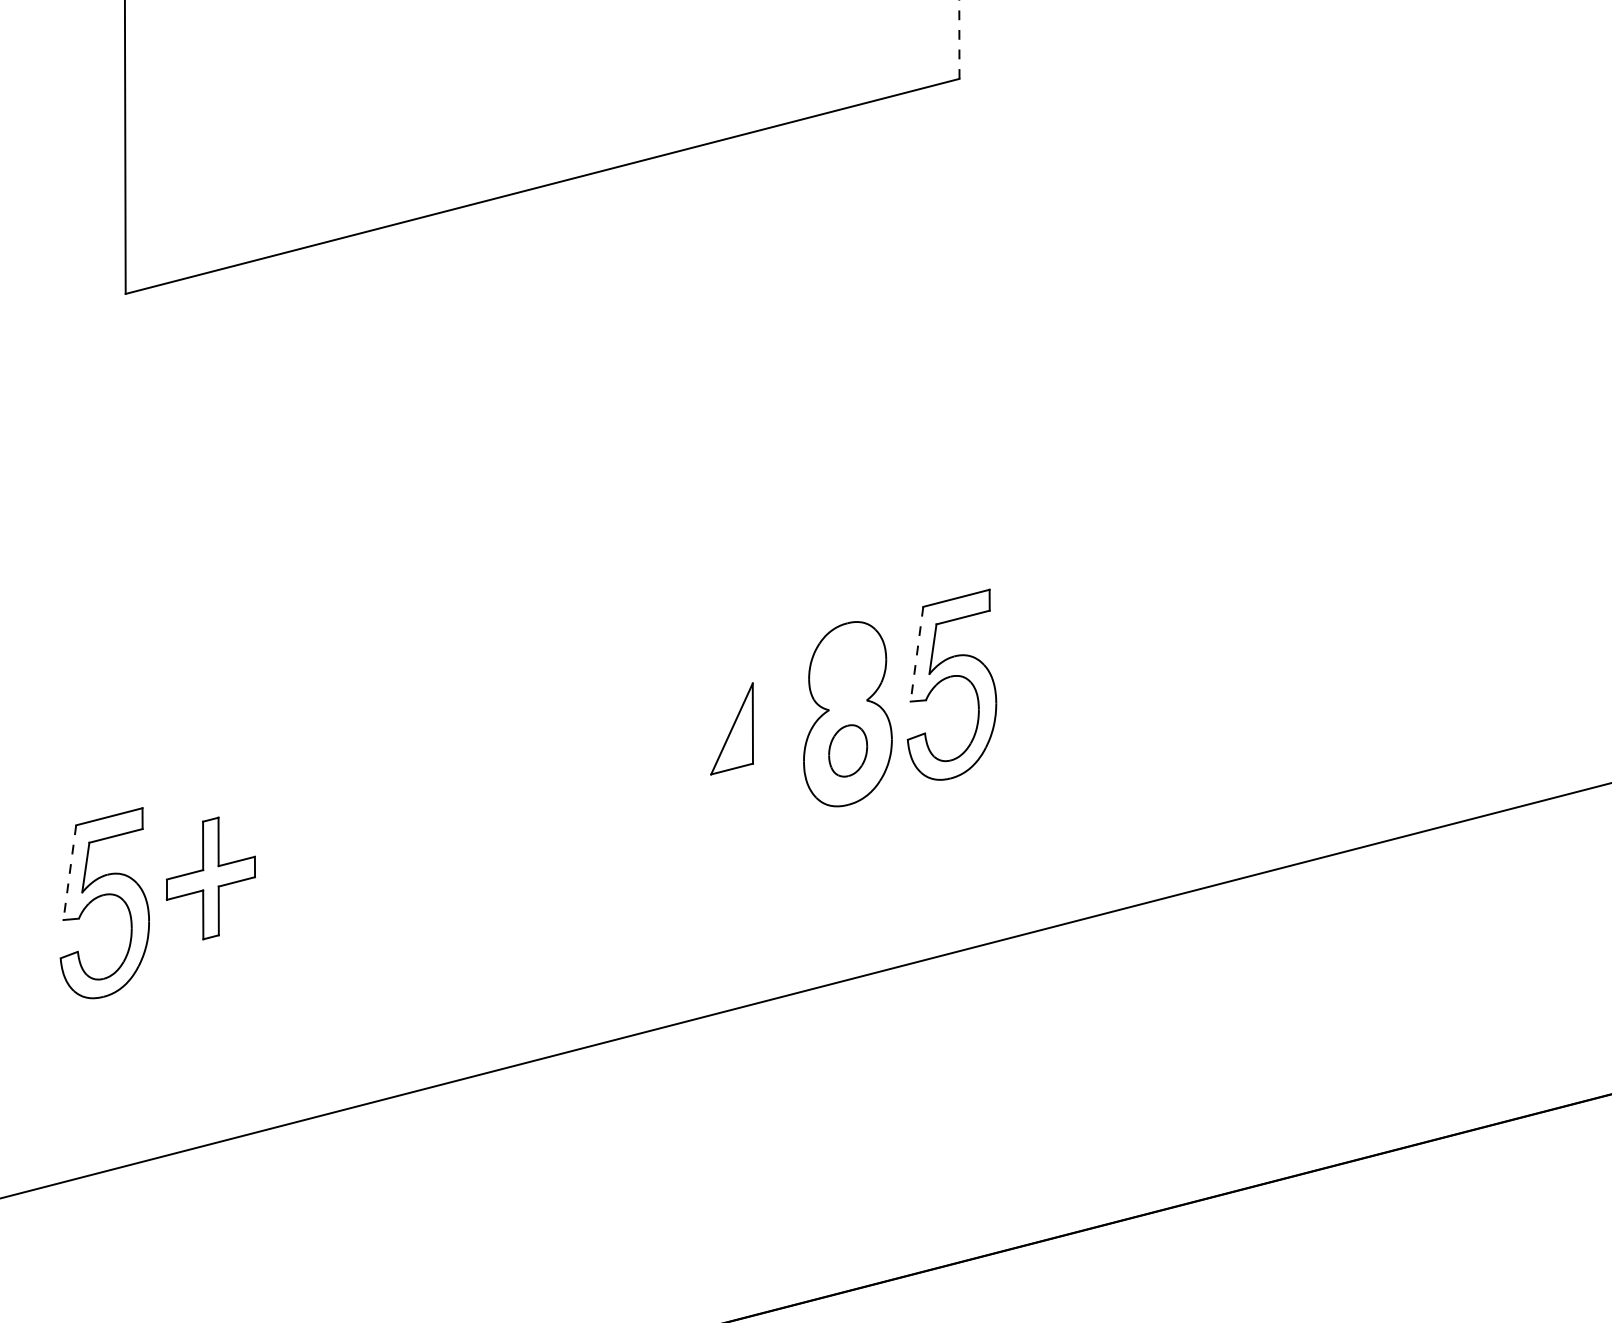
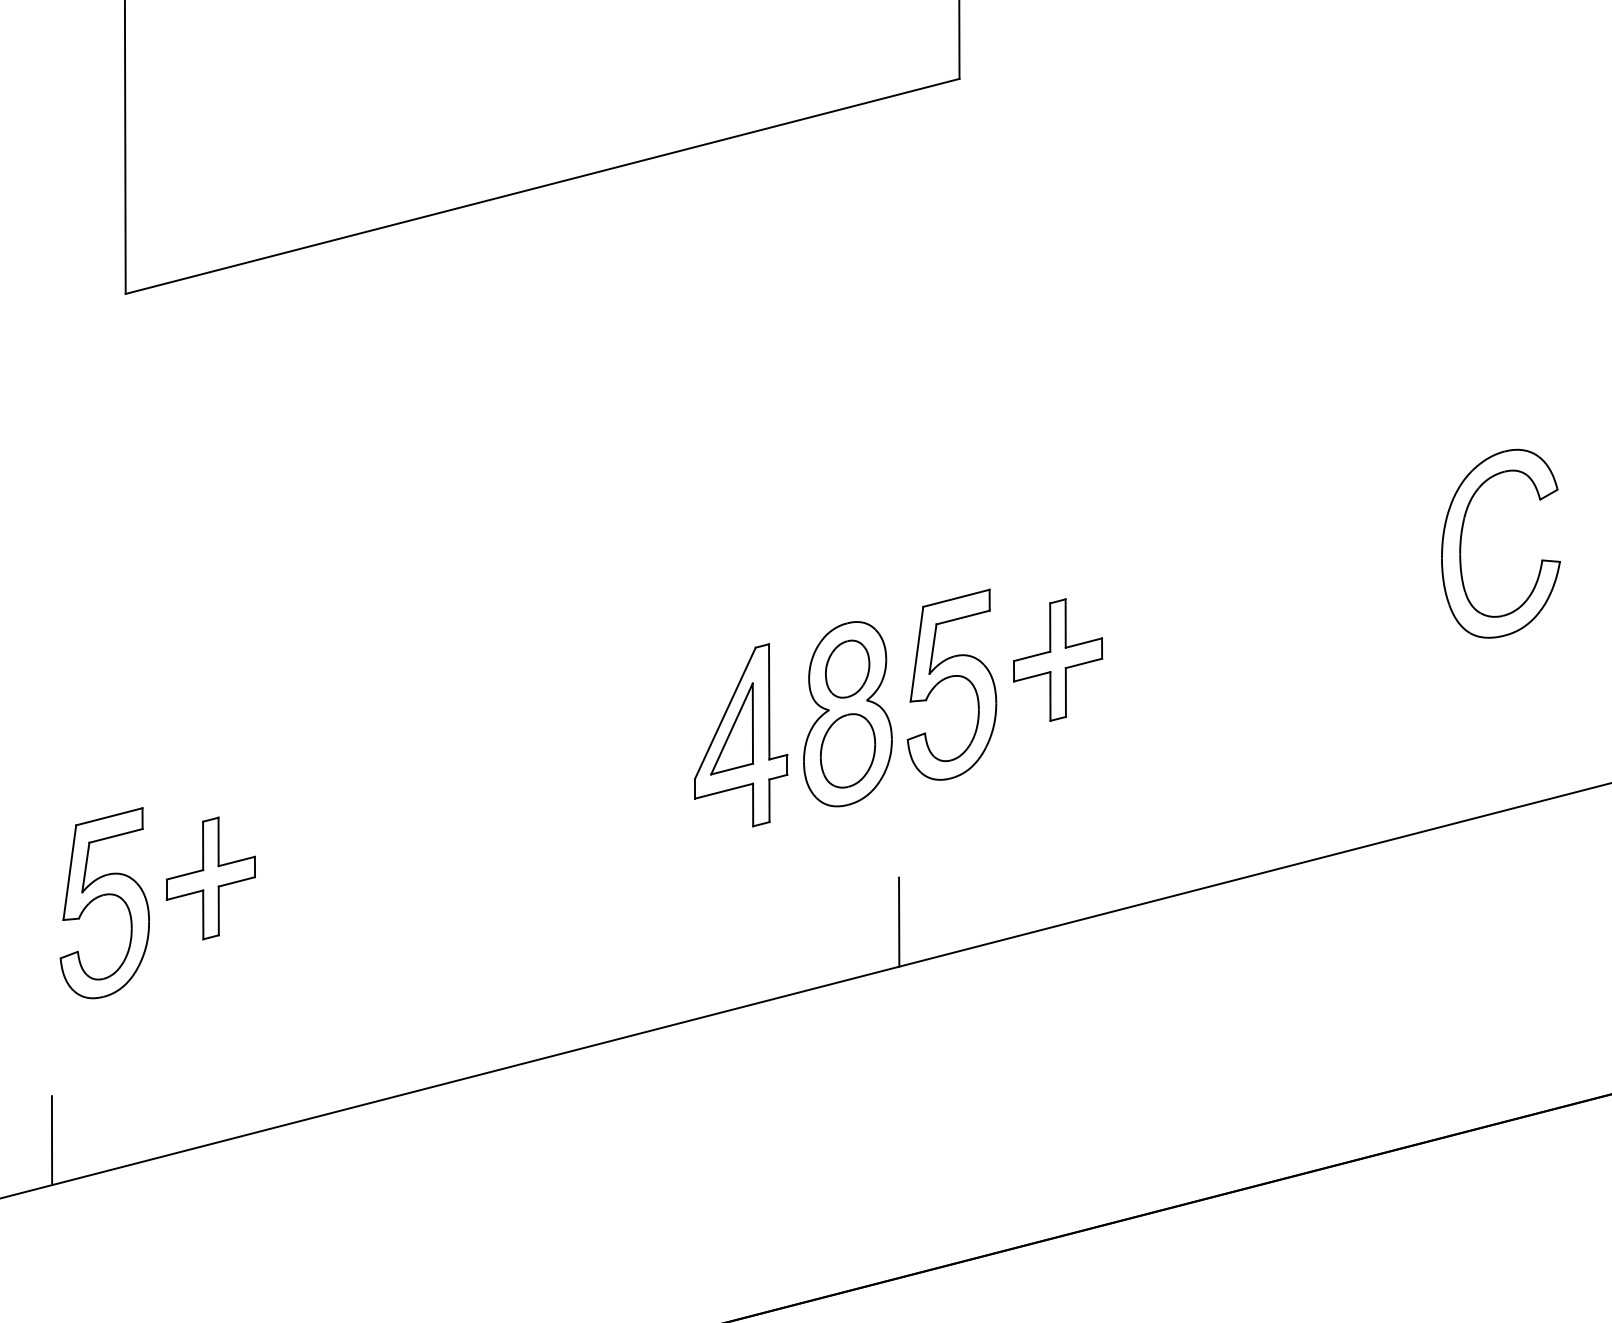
line at (959, 39): dashed -> solid
part at (1462, 535): none -> present
line at (916, 654): dashed -> solid
part at (1058, 659): none -> present
part at (847, 668): none -> present
part at (741, 735): none -> present
part at (848, 750) size: 41x54 px -> 57x76 px
line at (69, 872): dashed -> solid
line at (899, 921): none -> present
line at (51, 1140): none -> present
